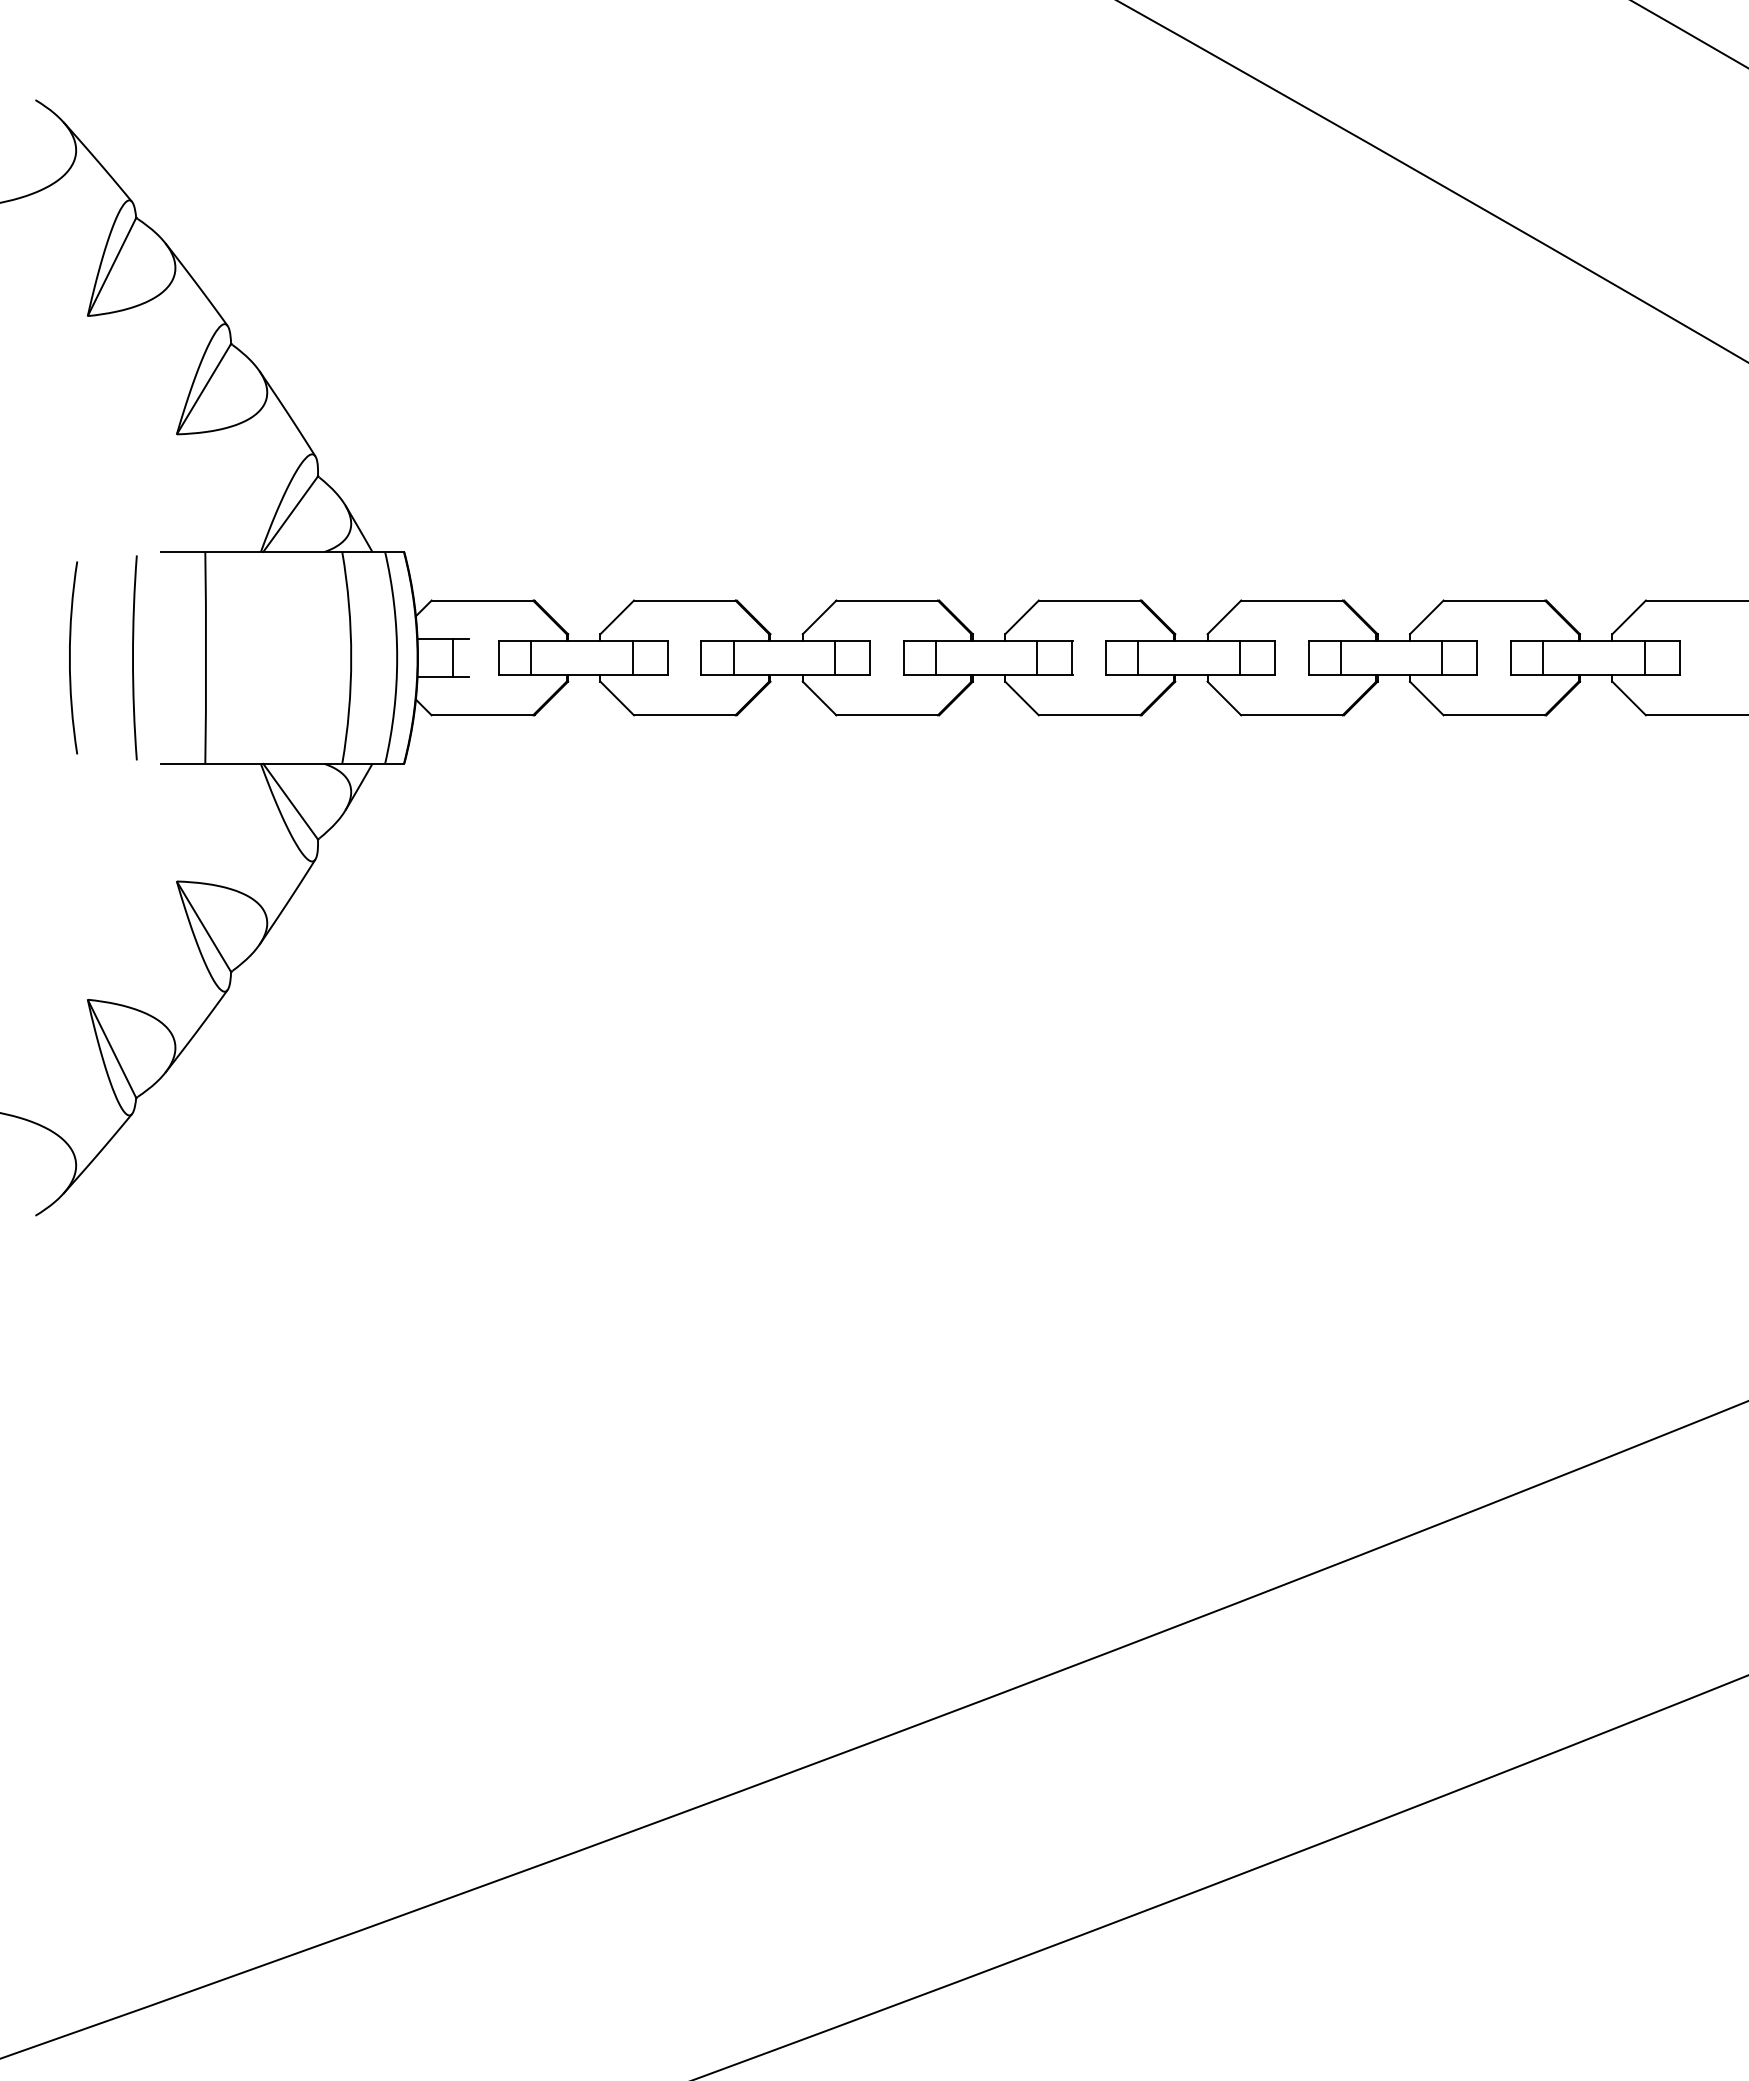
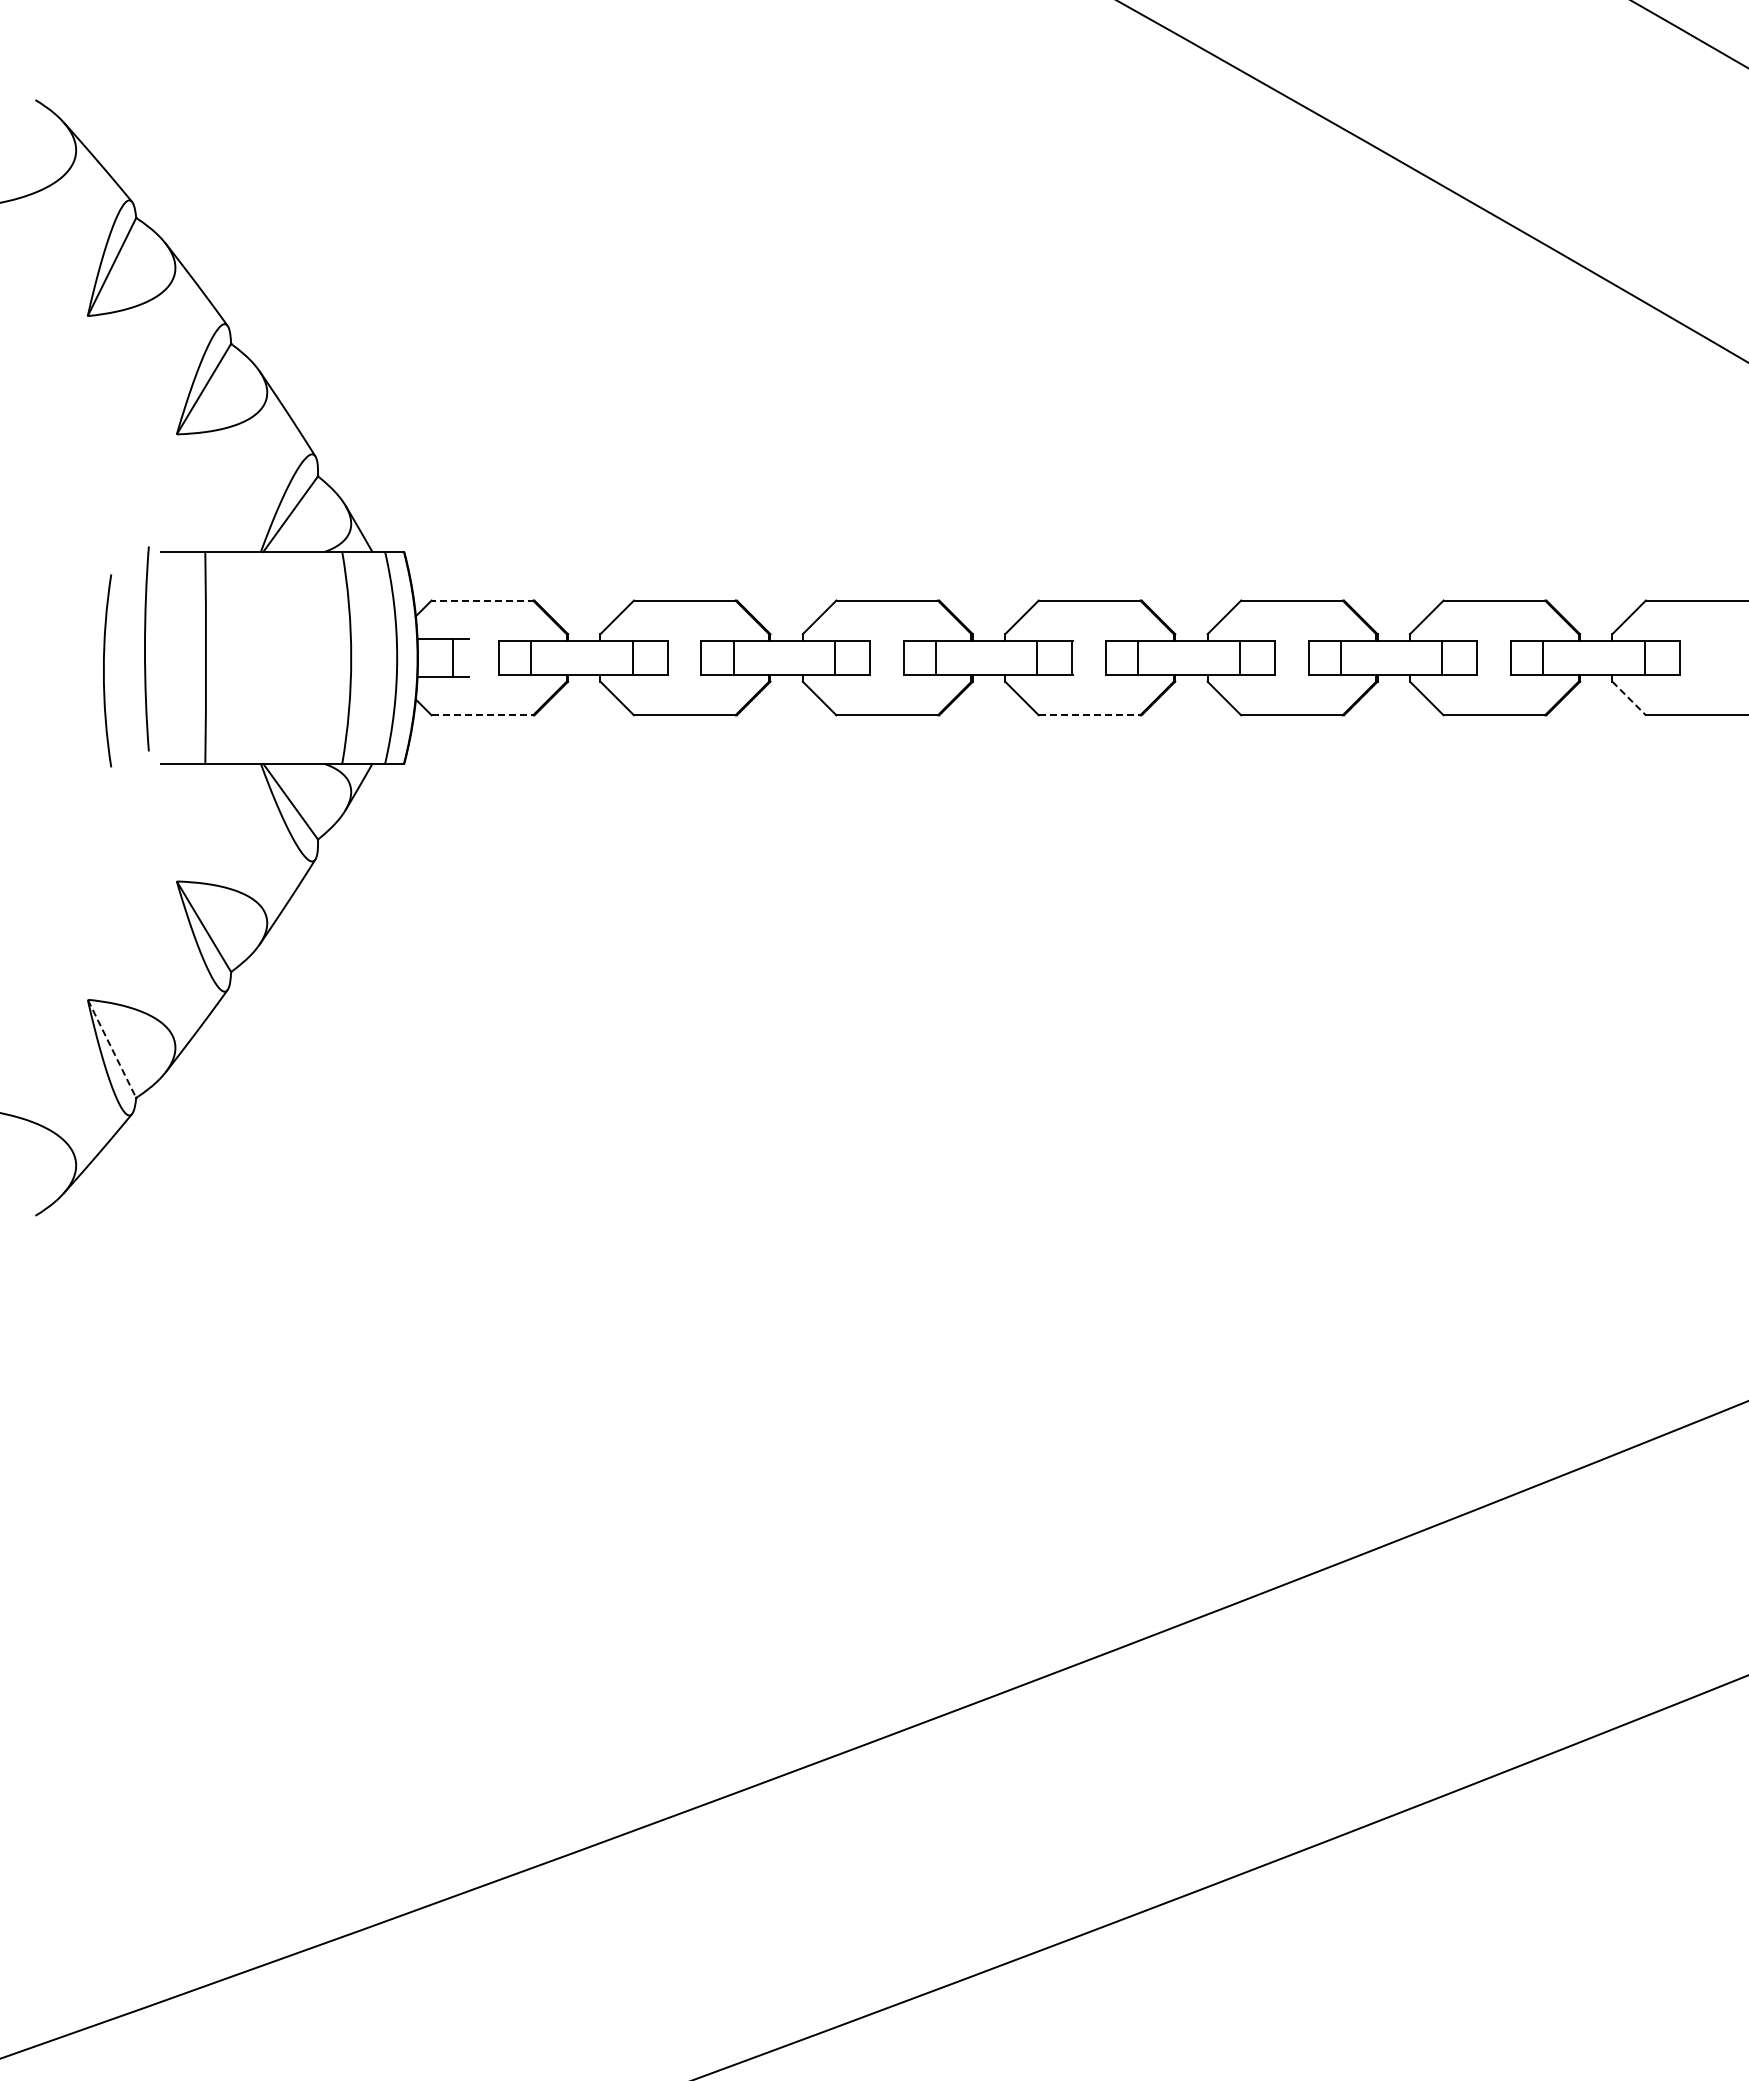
line at (482, 600): solid -> dashed
curve at (70, 657) position: (70, 657) -> (104, 670)
curve at (133, 657) position: (133, 657) -> (145, 648)
line at (1629, 698): solid -> dashed
line at (483, 715): solid -> dashed
line at (1090, 715): solid -> dashed
line at (112, 1049): solid -> dashed
